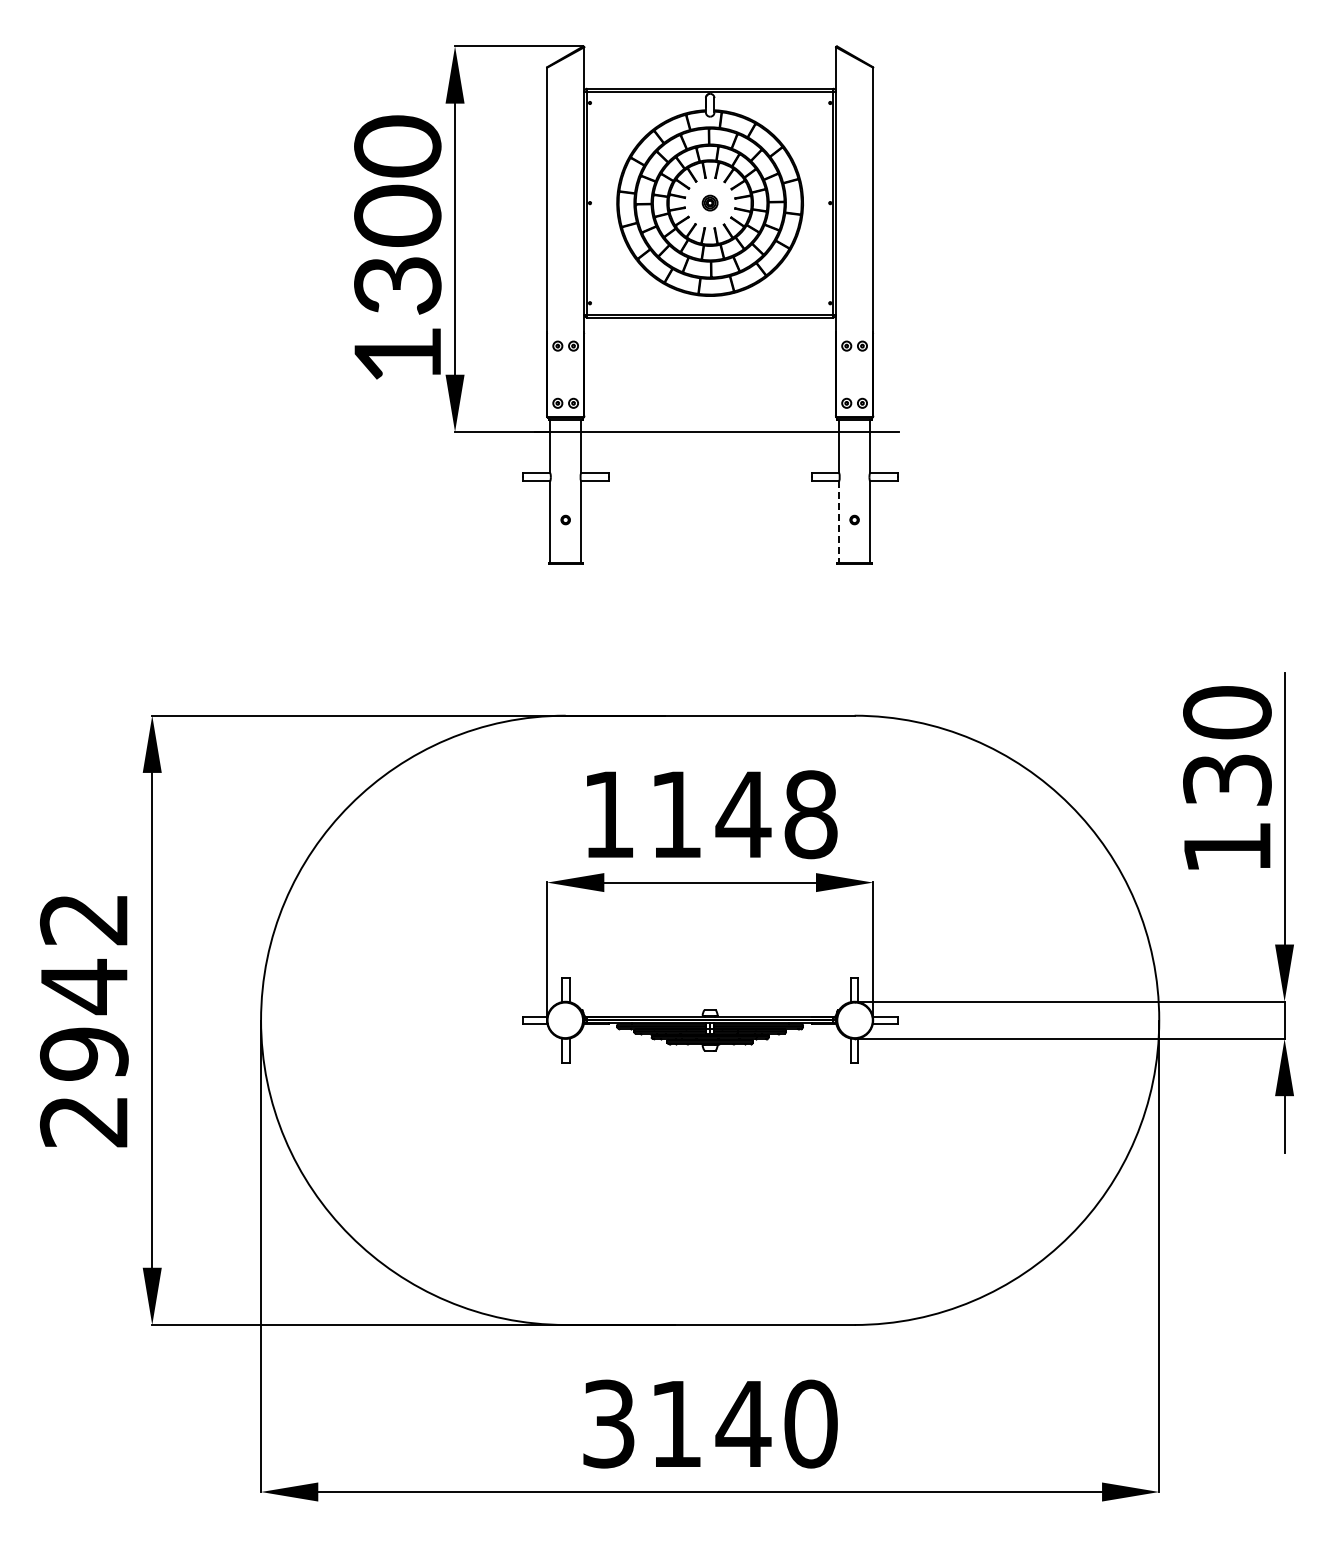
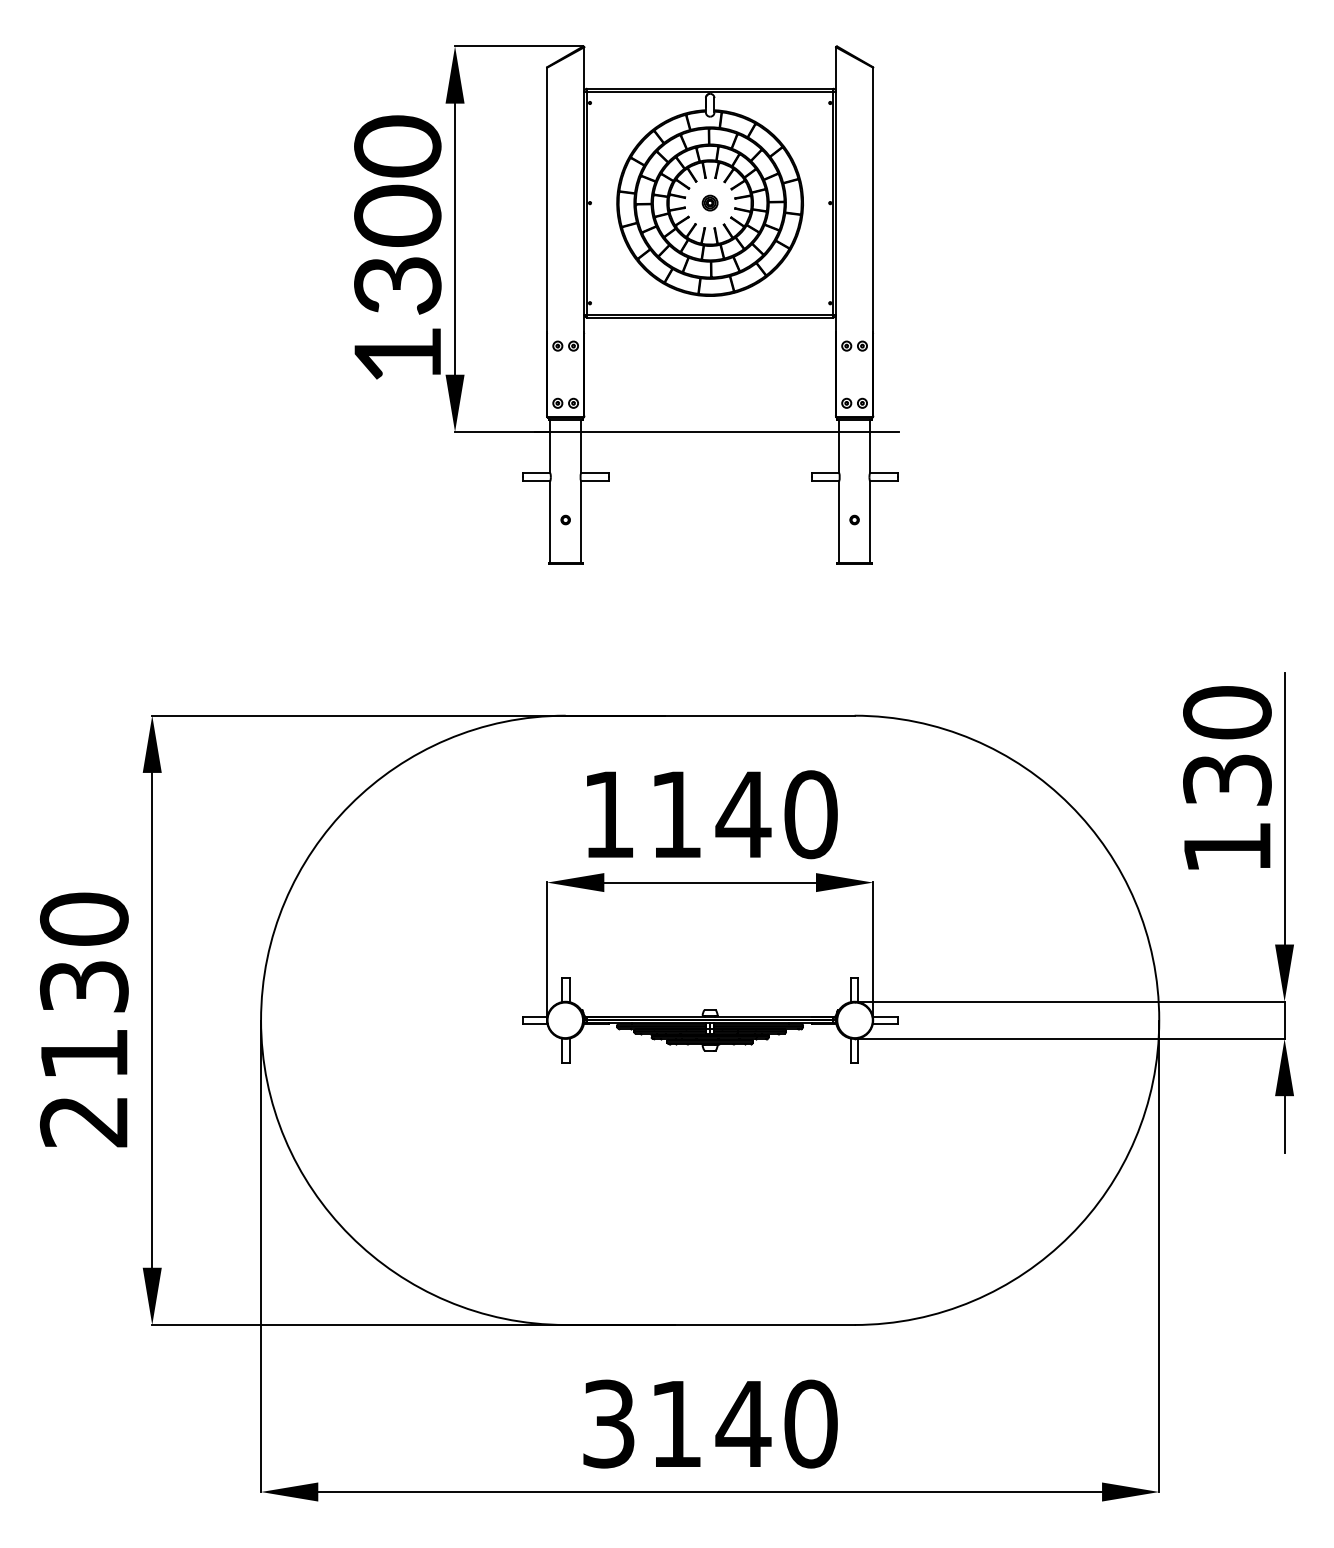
line at (839, 522): dashed -> solid
text at (810, 814): 1148 -> 1140
text at (83, 986): 2942 -> 2130
